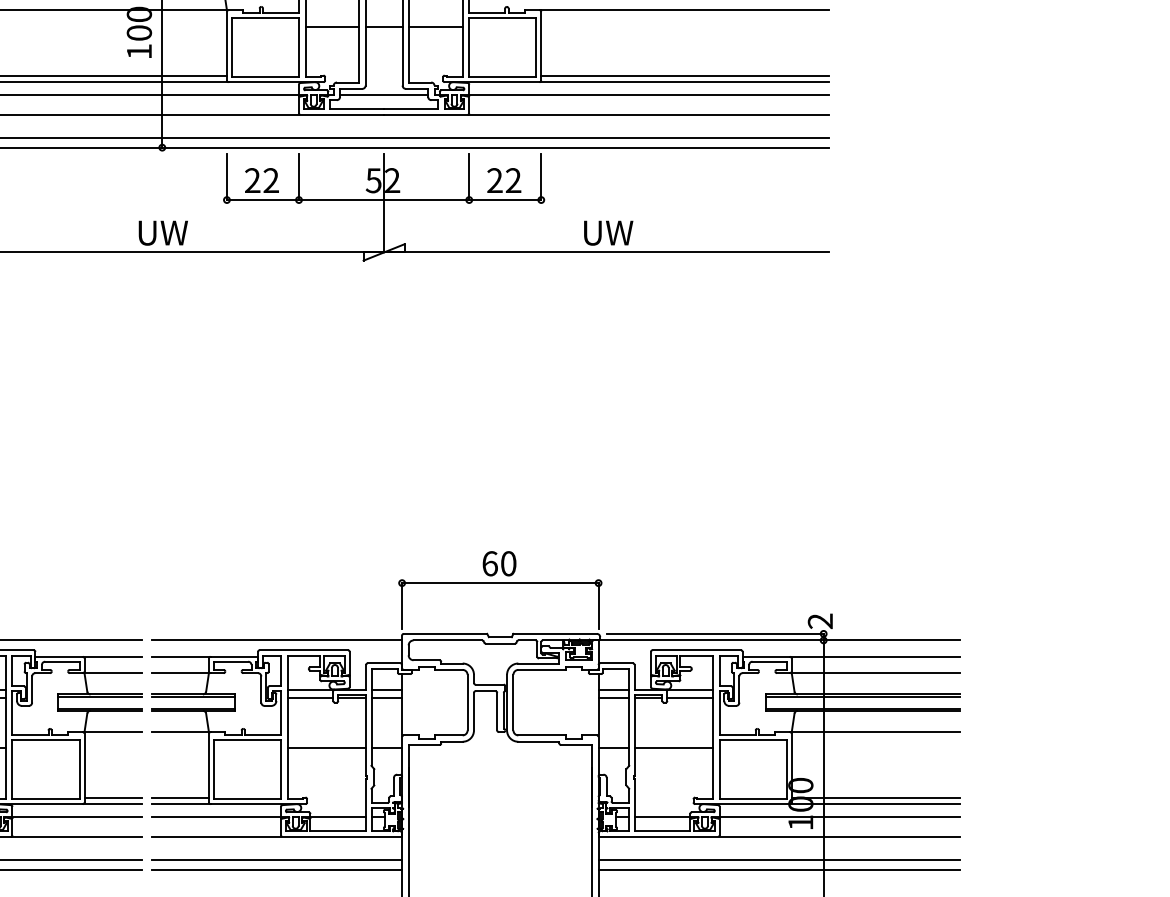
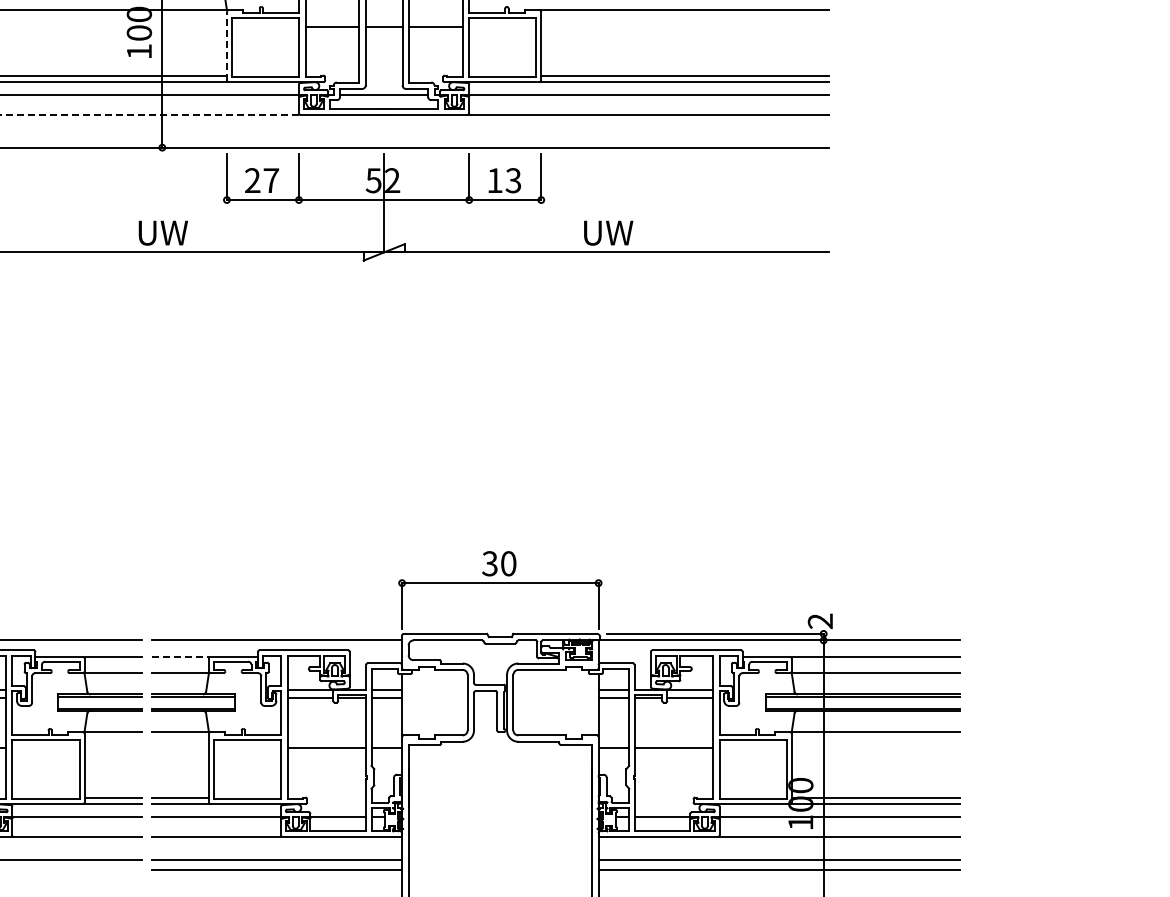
line at (226, 45): solid -> dashed
line at (149, 114): solid -> dashed
line at (415, 138): present -> none
text at (271, 180): 22 -> 27
text at (504, 180): 22 -> 13
text at (489, 563): 60 -> 30
line at (181, 656): solid -> dashed
line at (71, 869): present -> none
